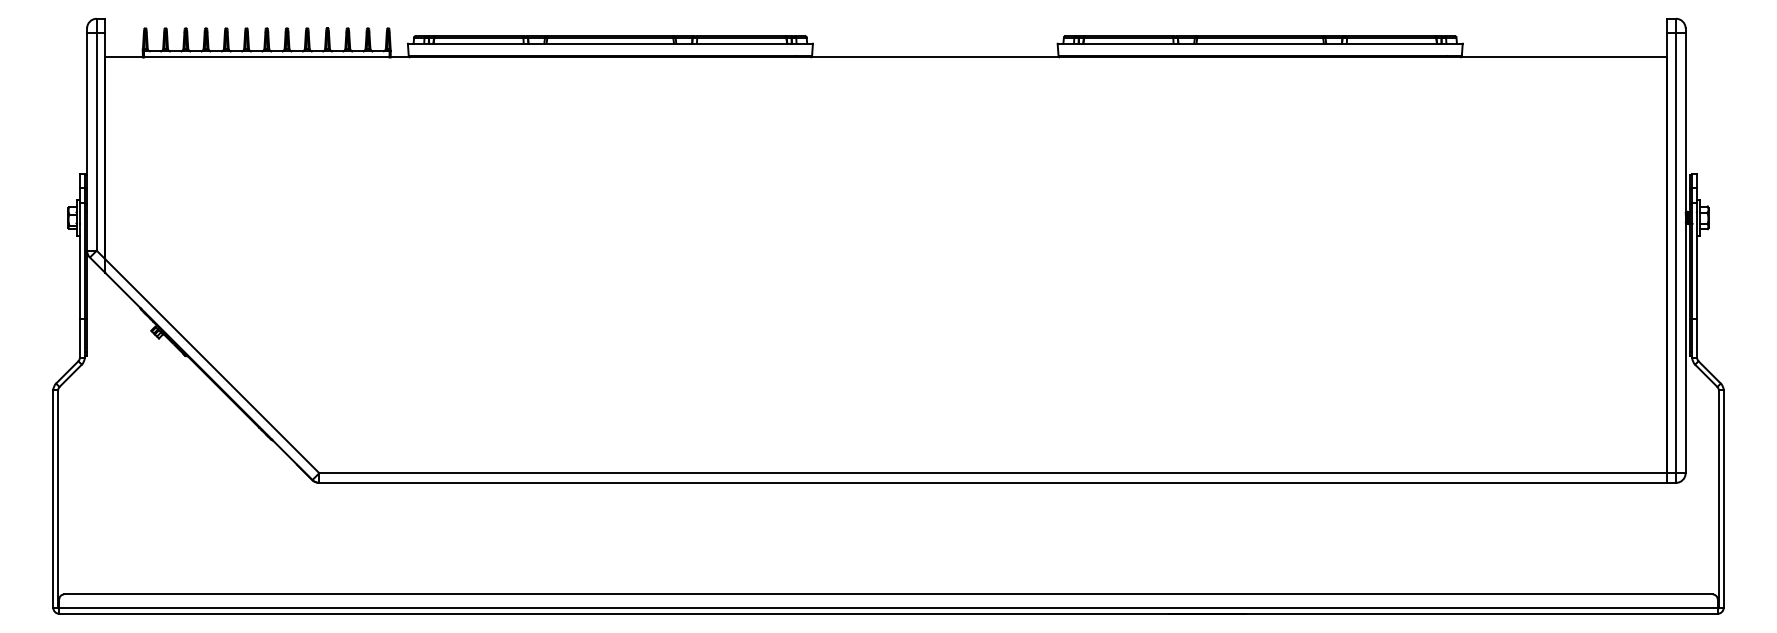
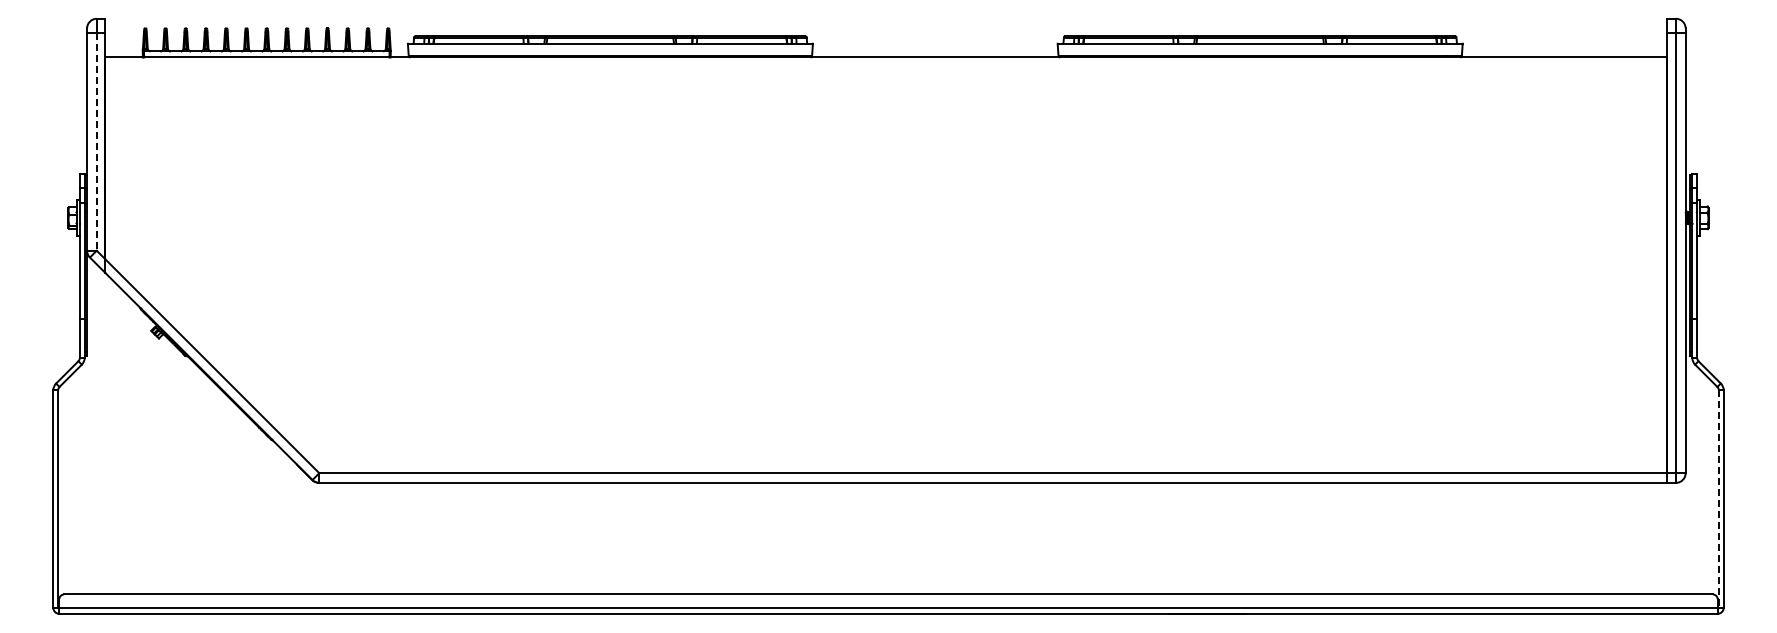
line at (96, 142): solid -> dashed
line at (1718, 499): solid -> dashed
